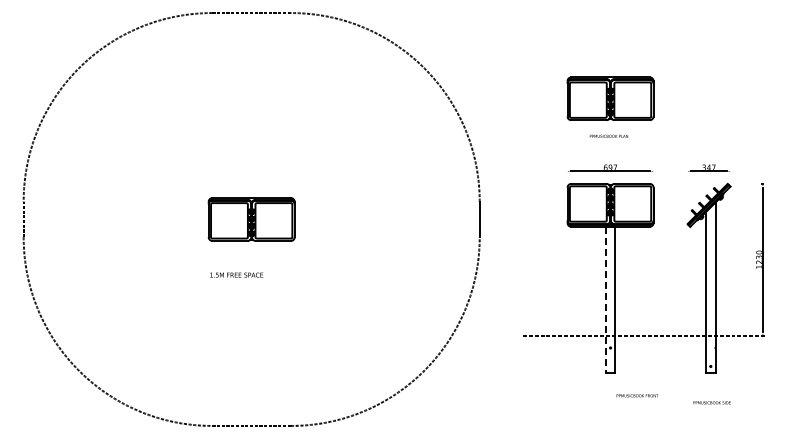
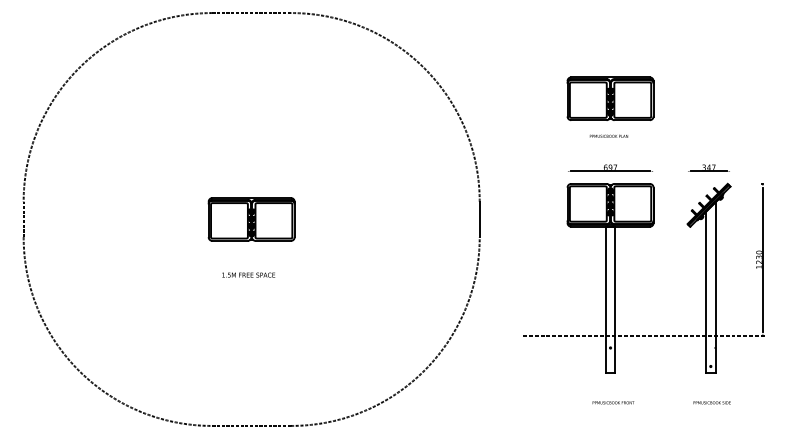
text at (236, 274) position: (236, 274) -> (248, 274)
line at (605, 299): dashed -> solid
text at (637, 395) position: (637, 395) -> (613, 402)
